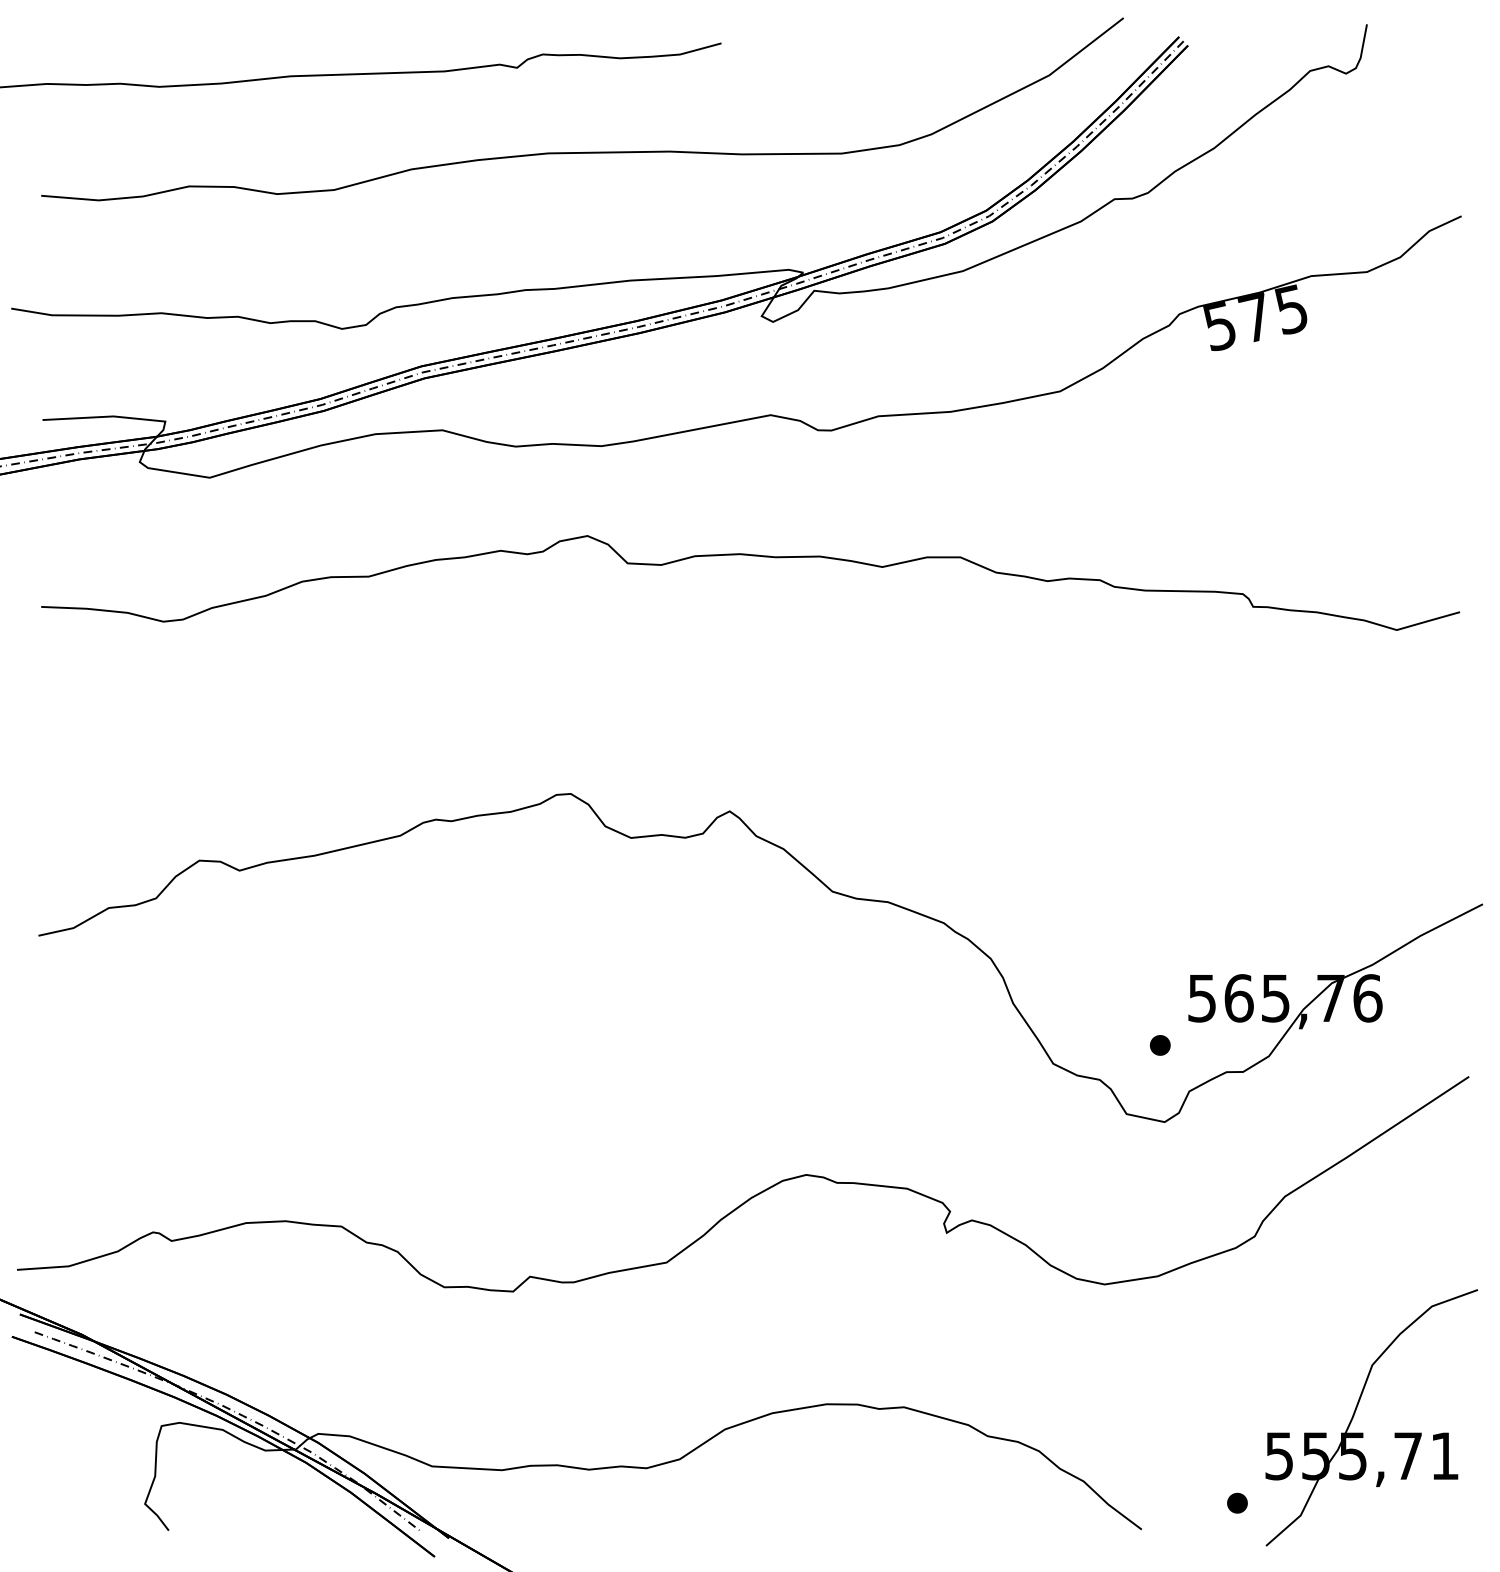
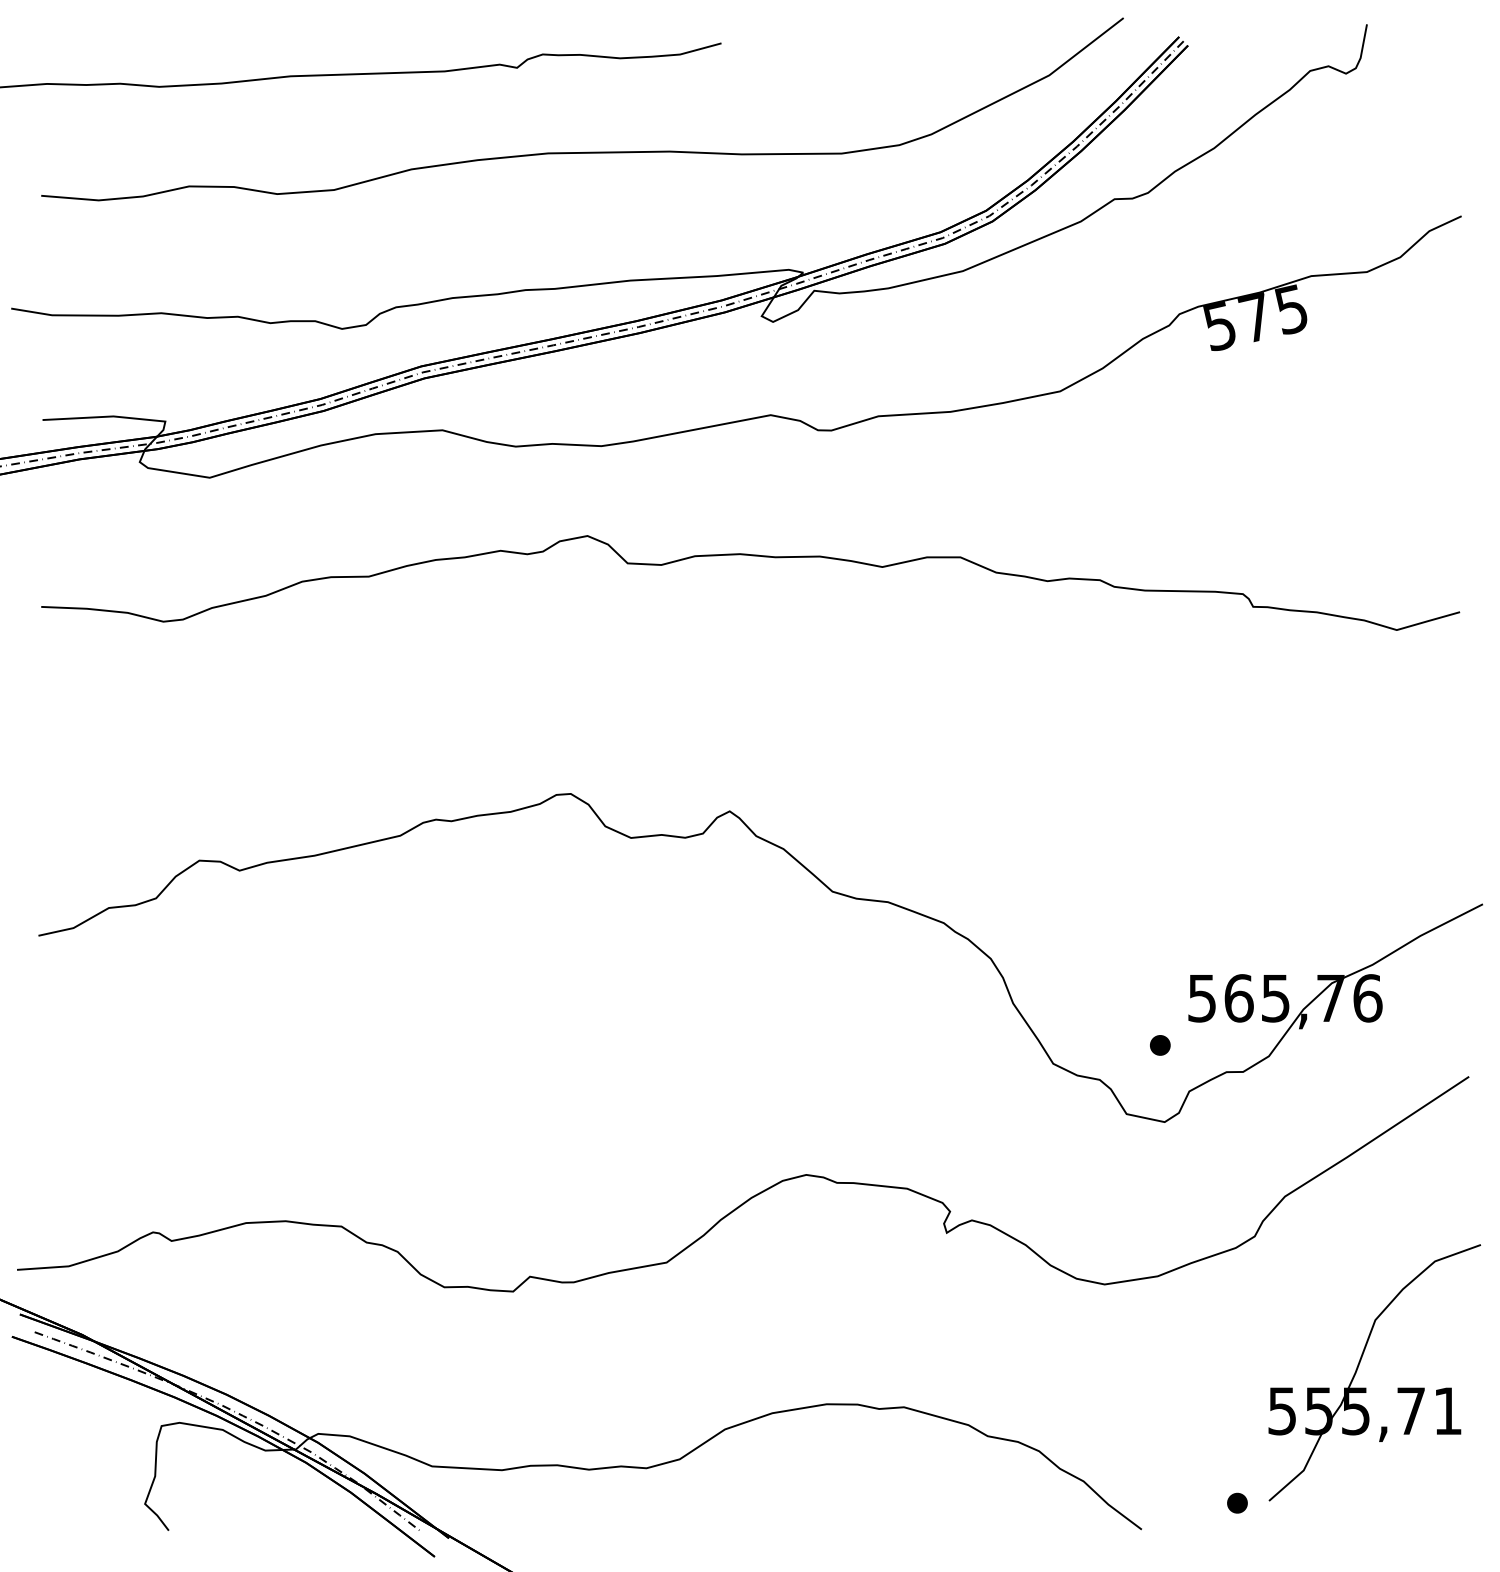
part at (1355, 1413) position: (1355, 1413) -> (1358, 1368)
